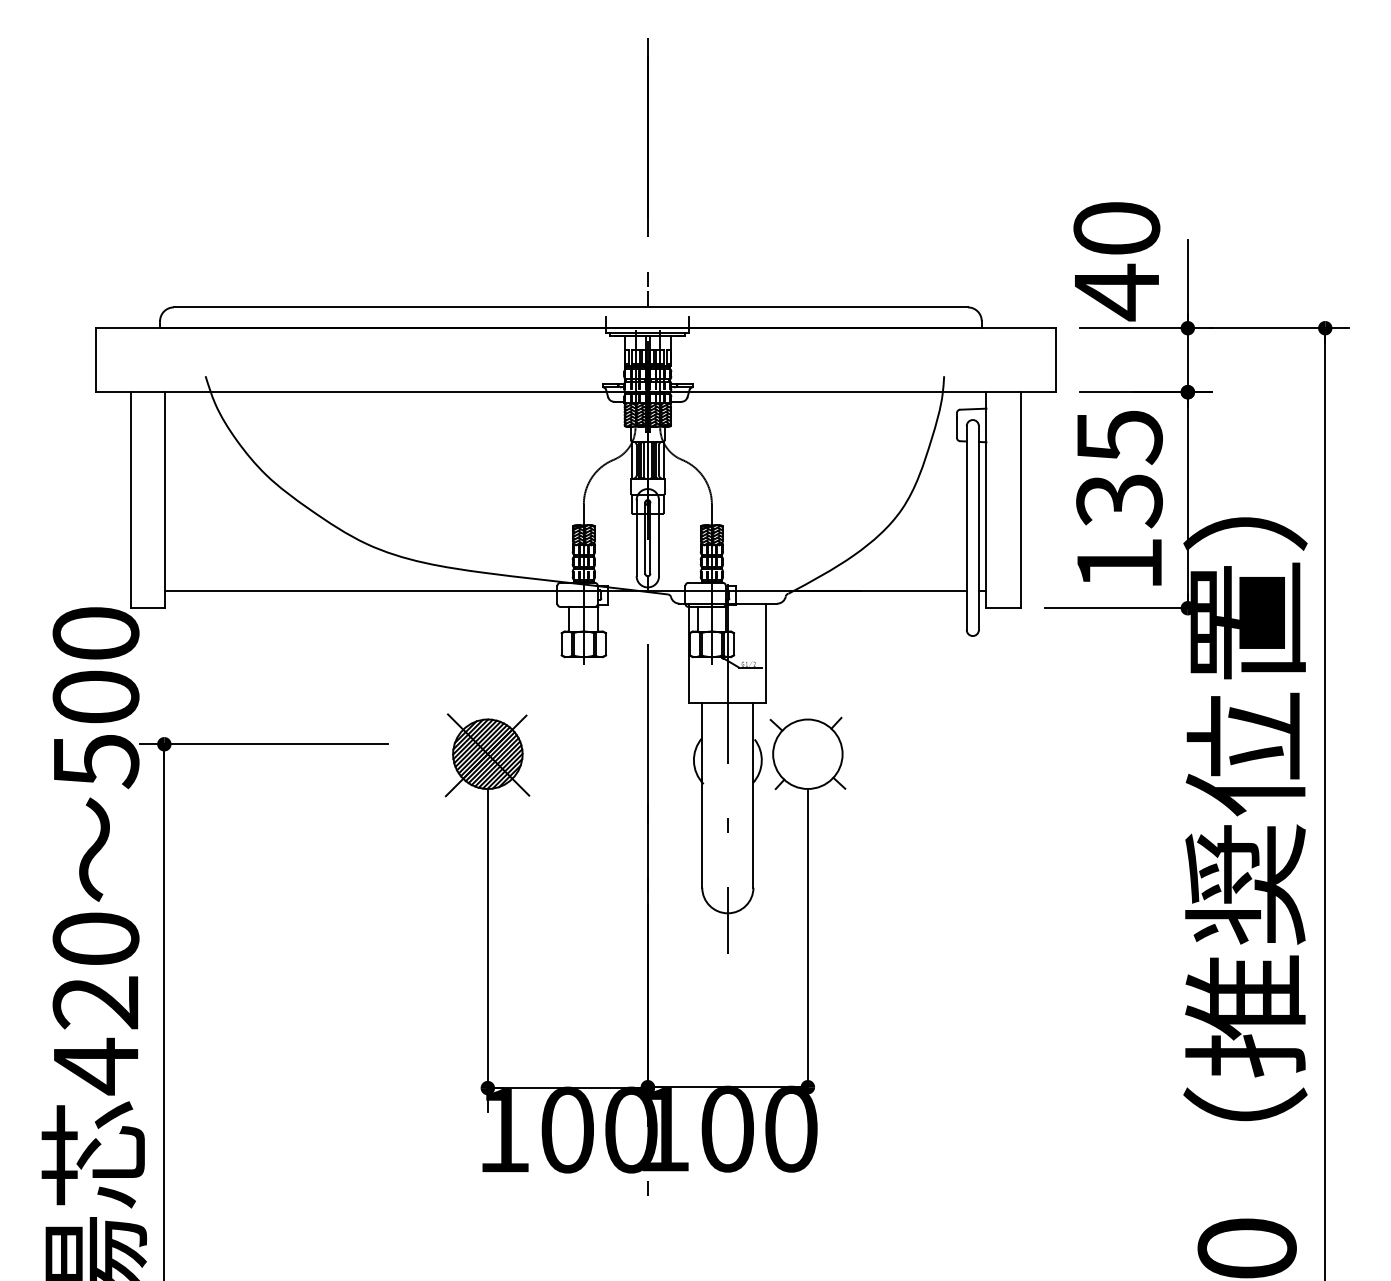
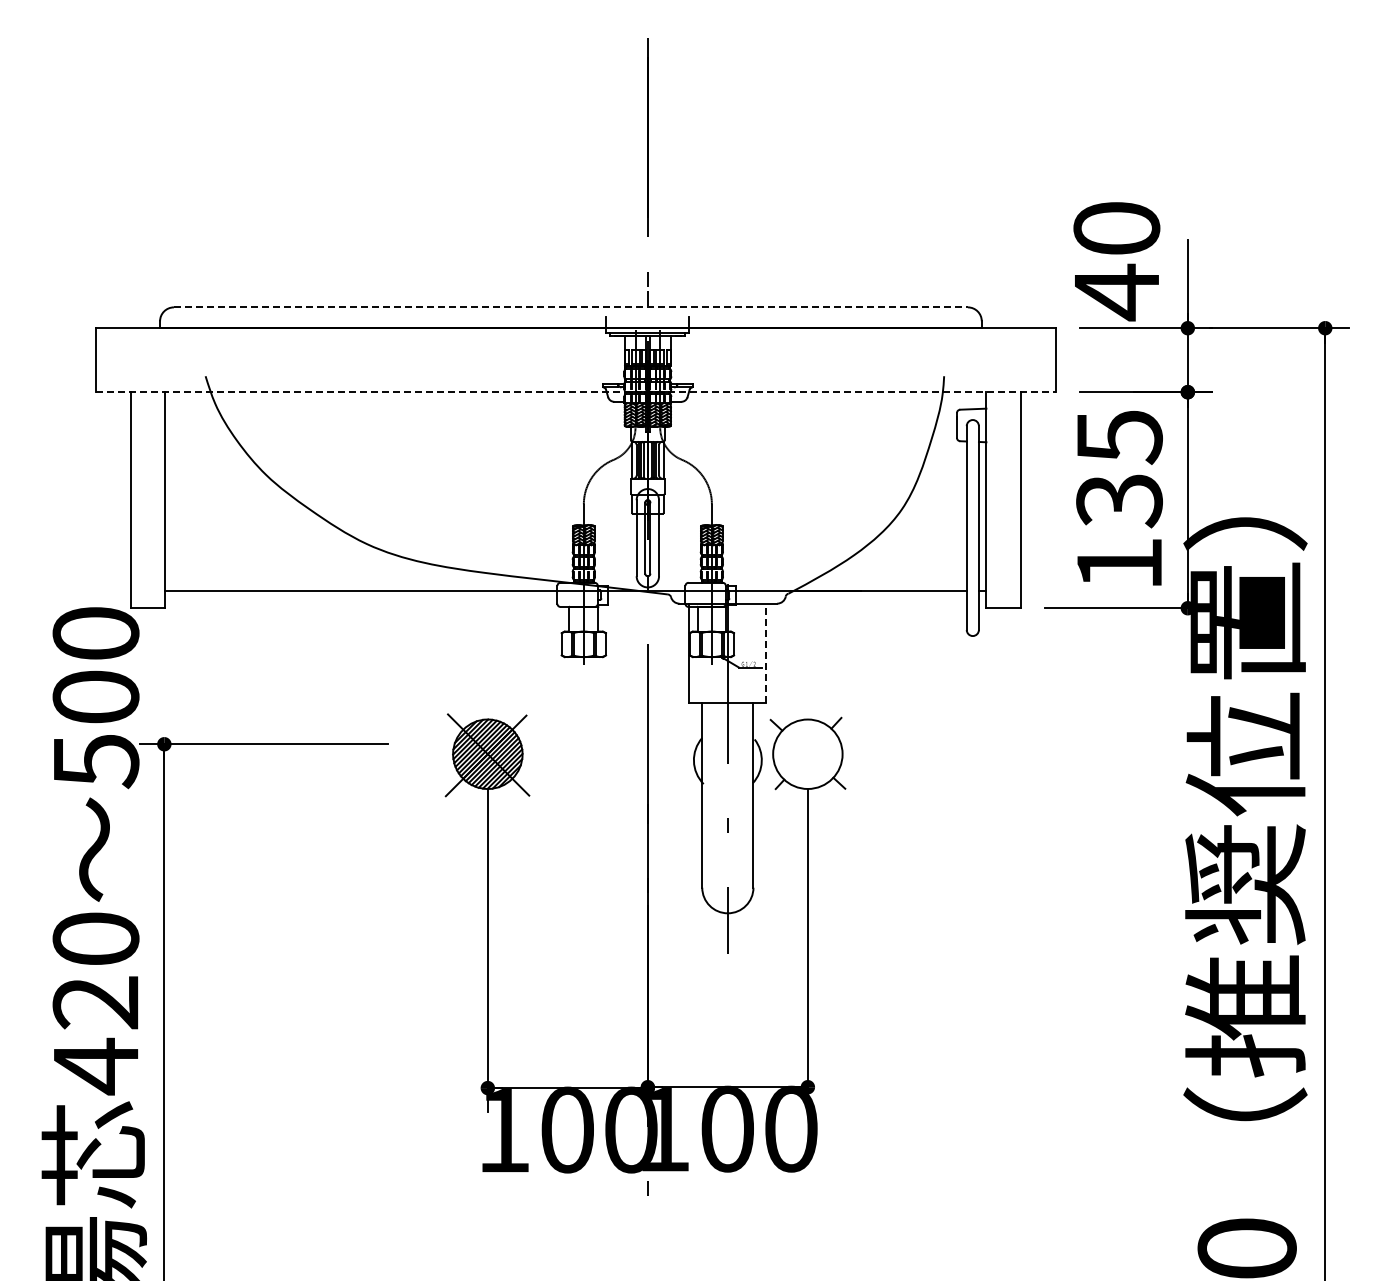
line at (570, 307): solid -> dashed
line at (576, 392): solid -> dashed
line at (766, 653): solid -> dashed
